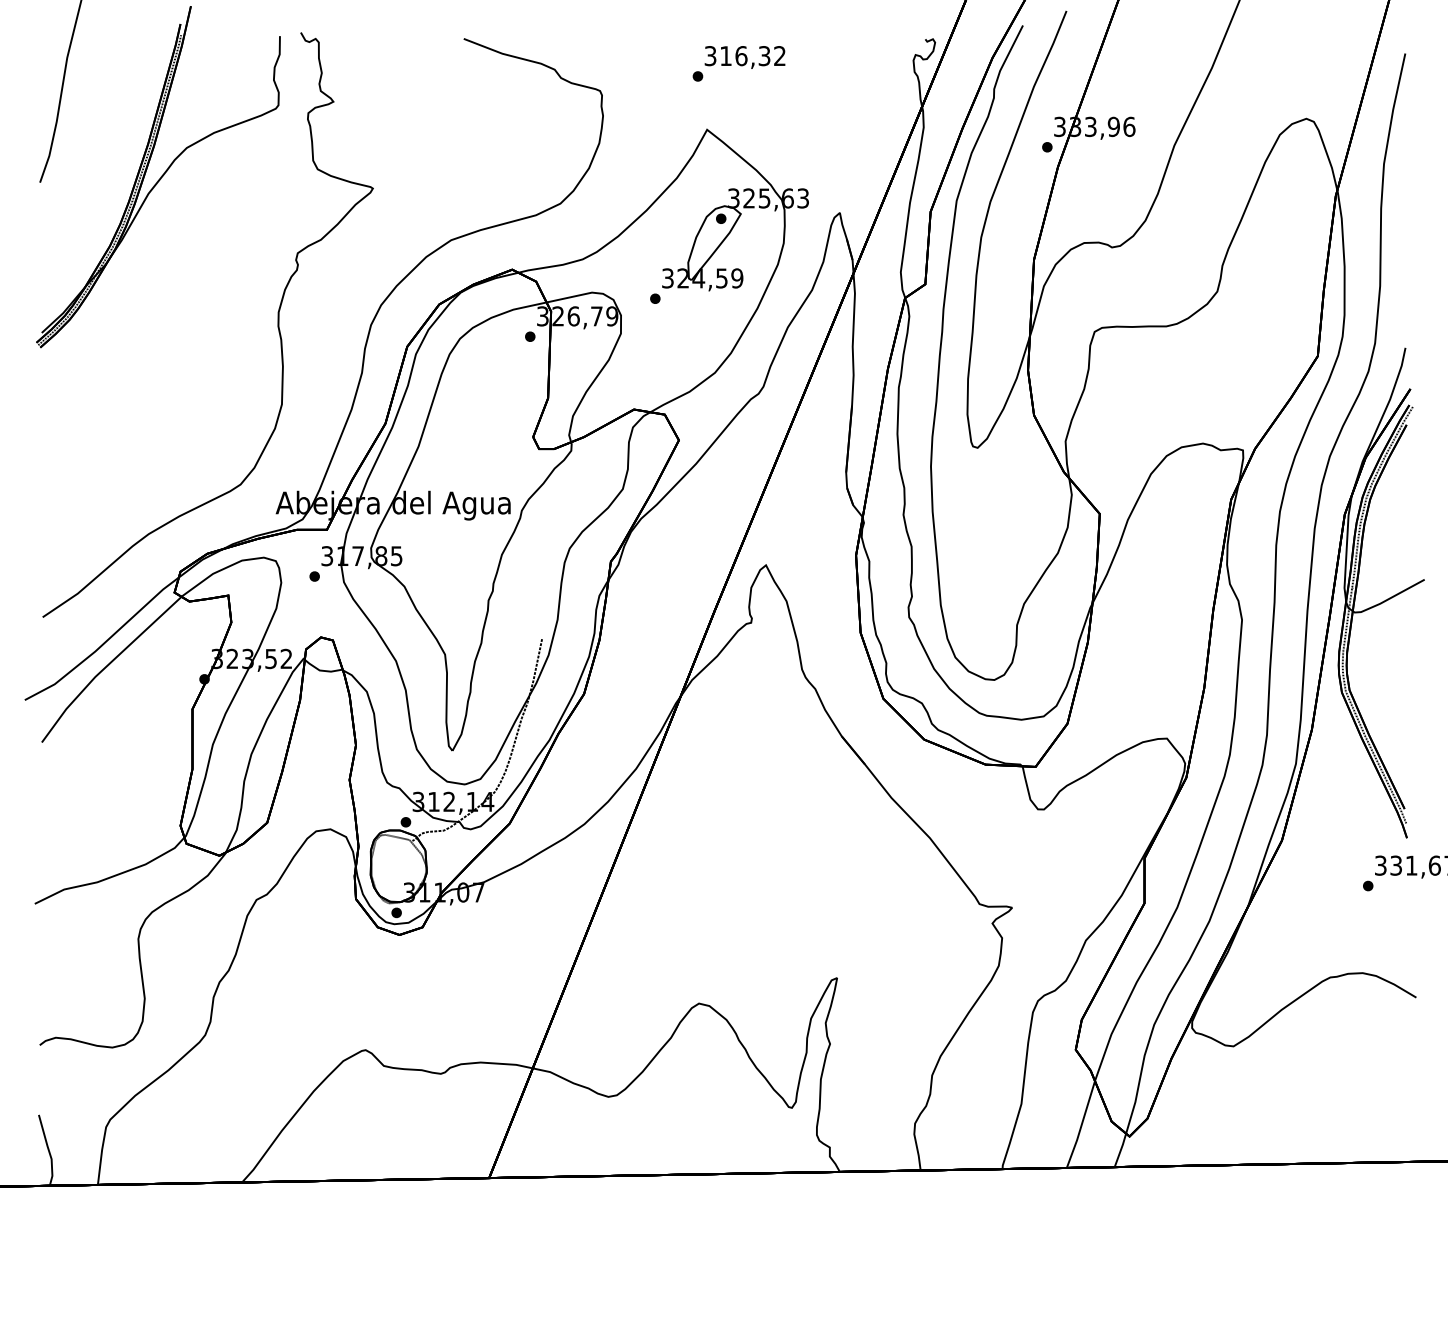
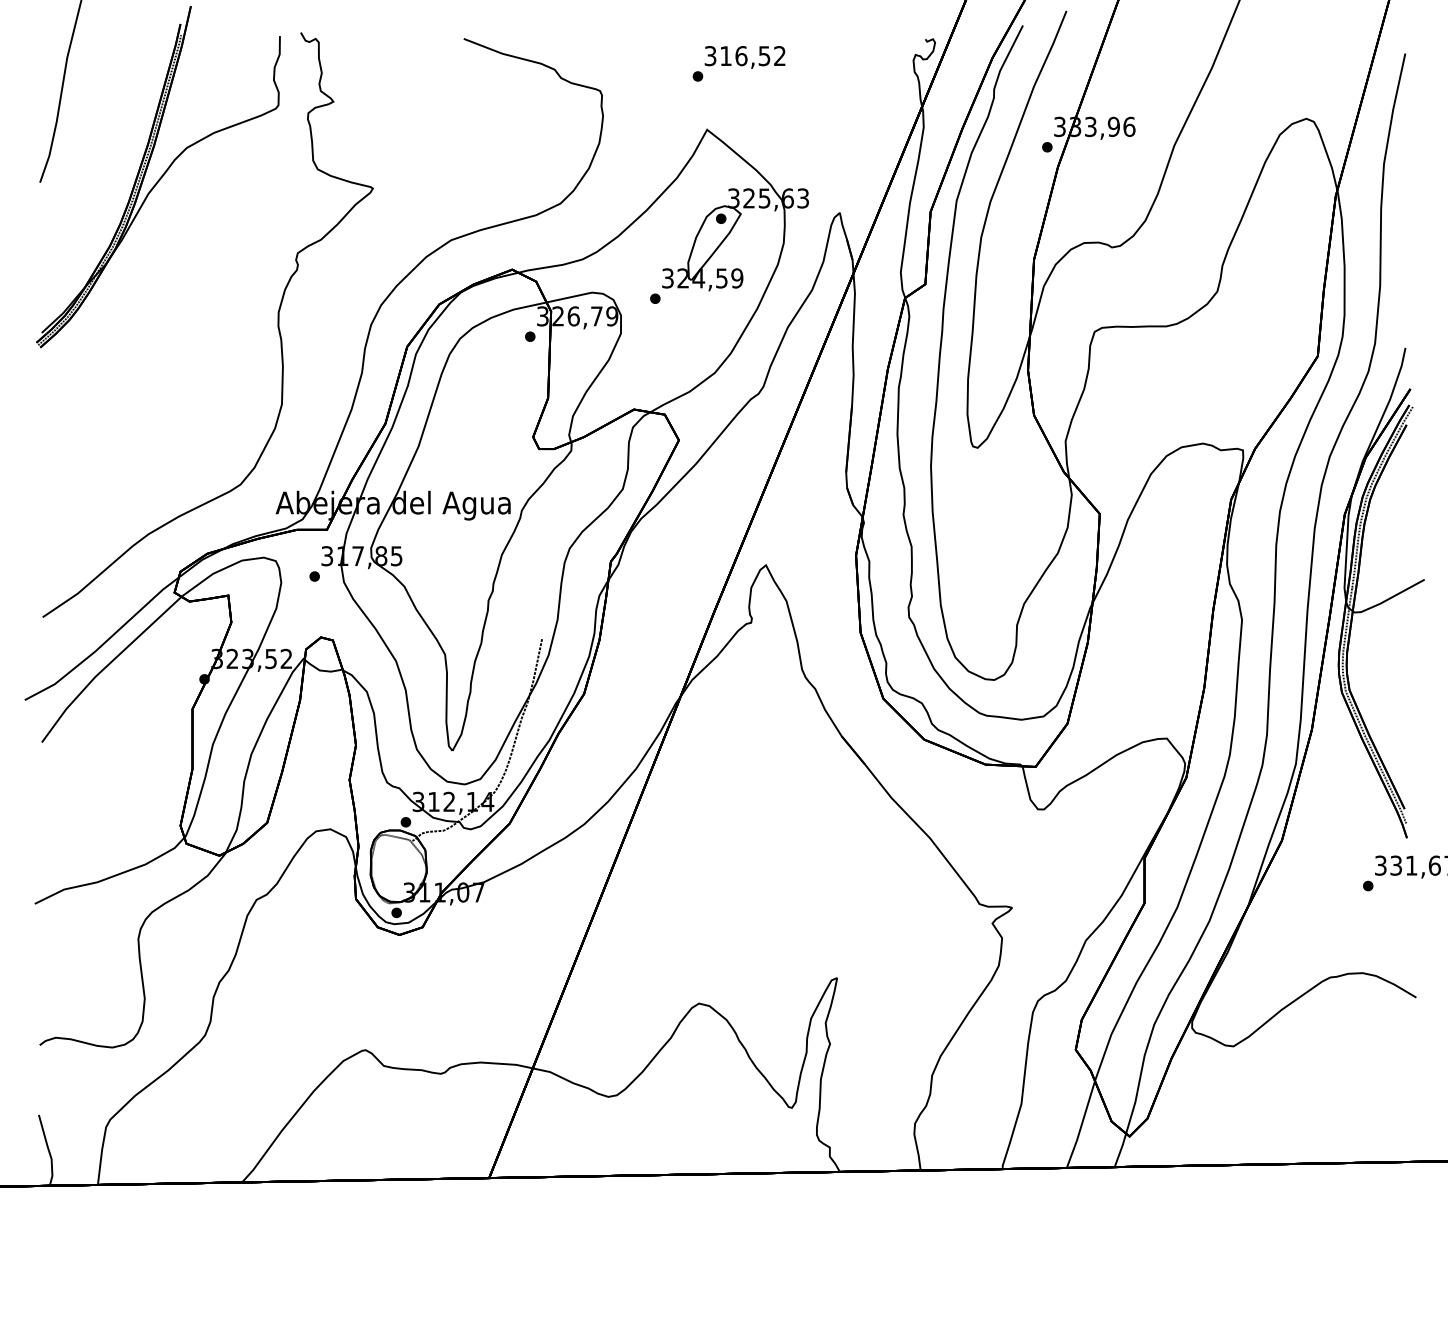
text at (764, 55): 316,32 -> 316,52
